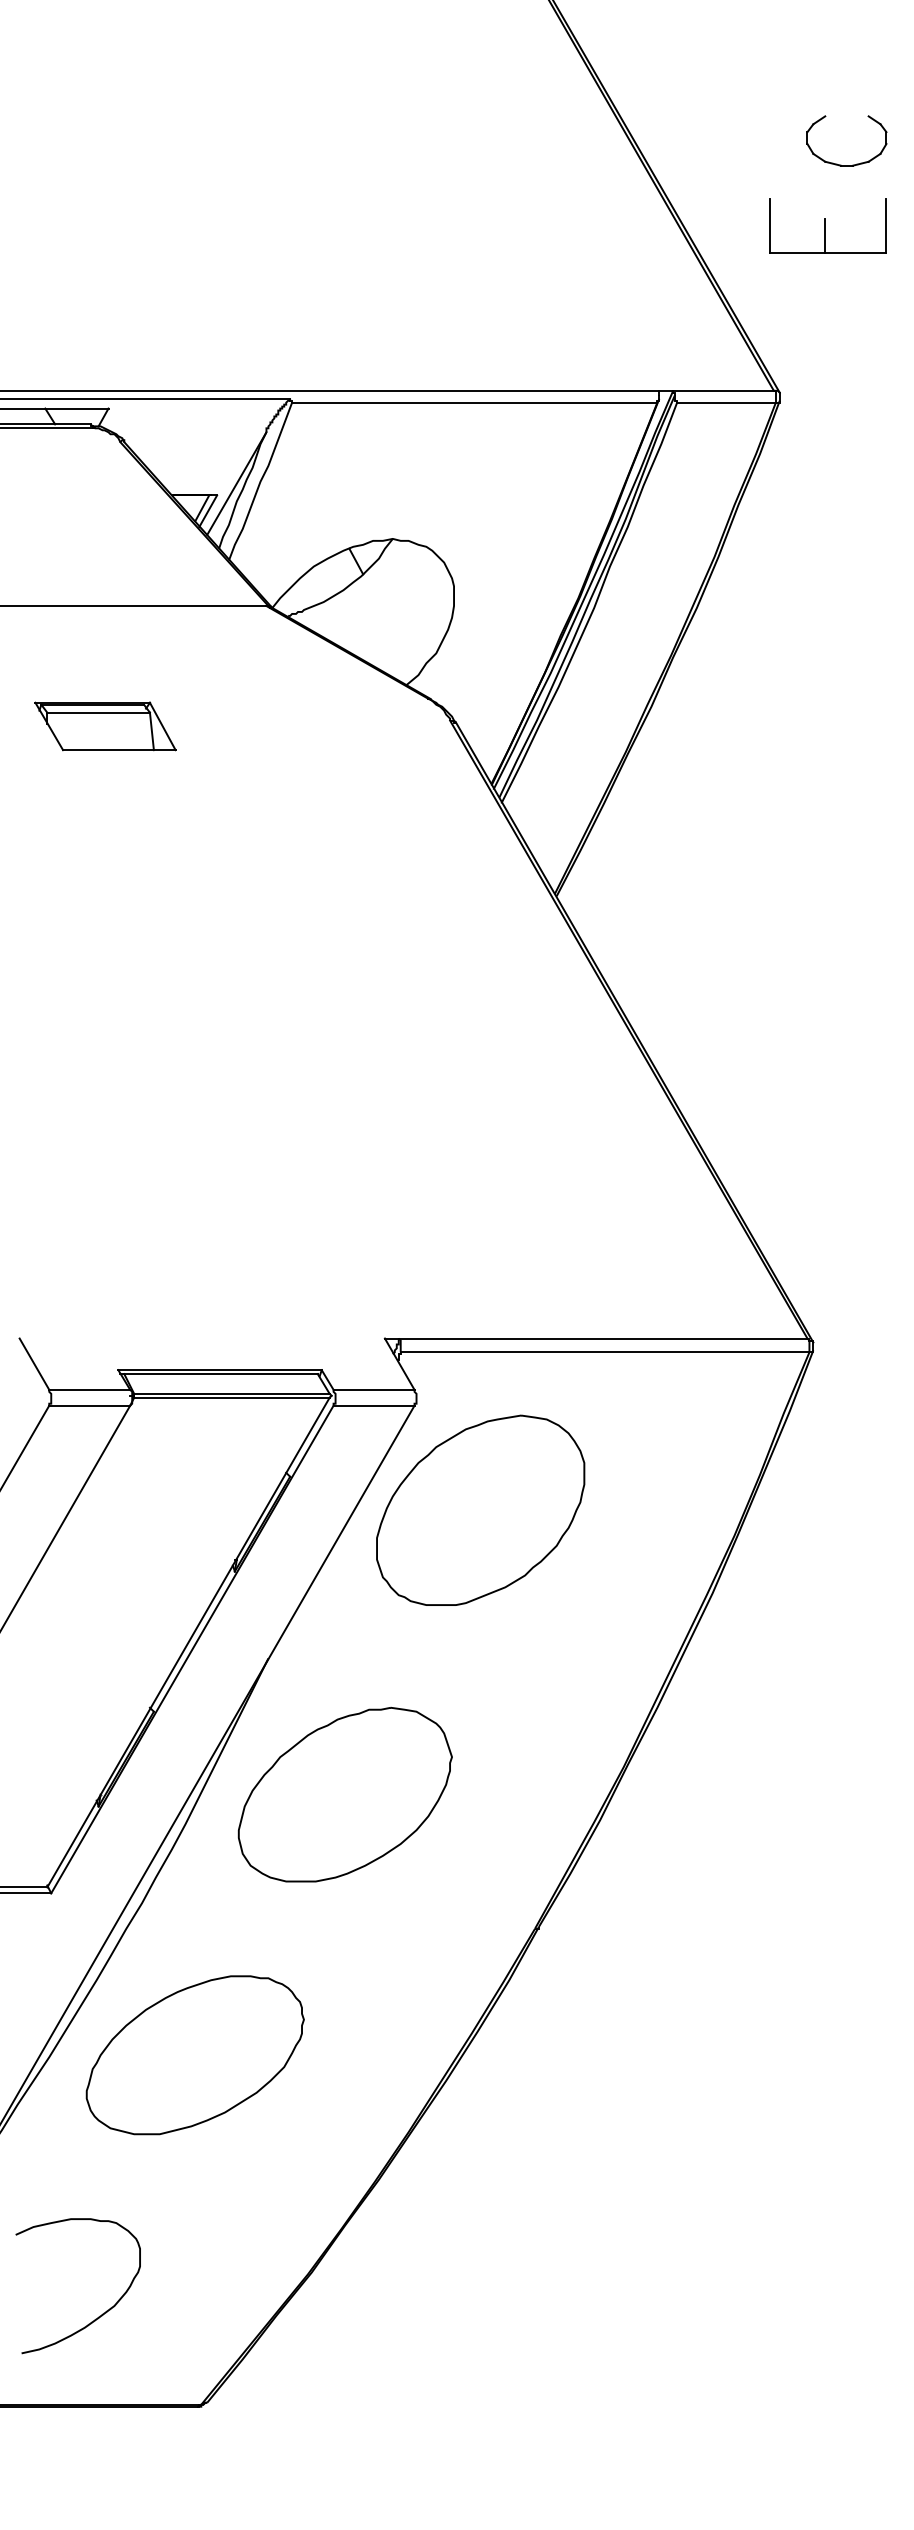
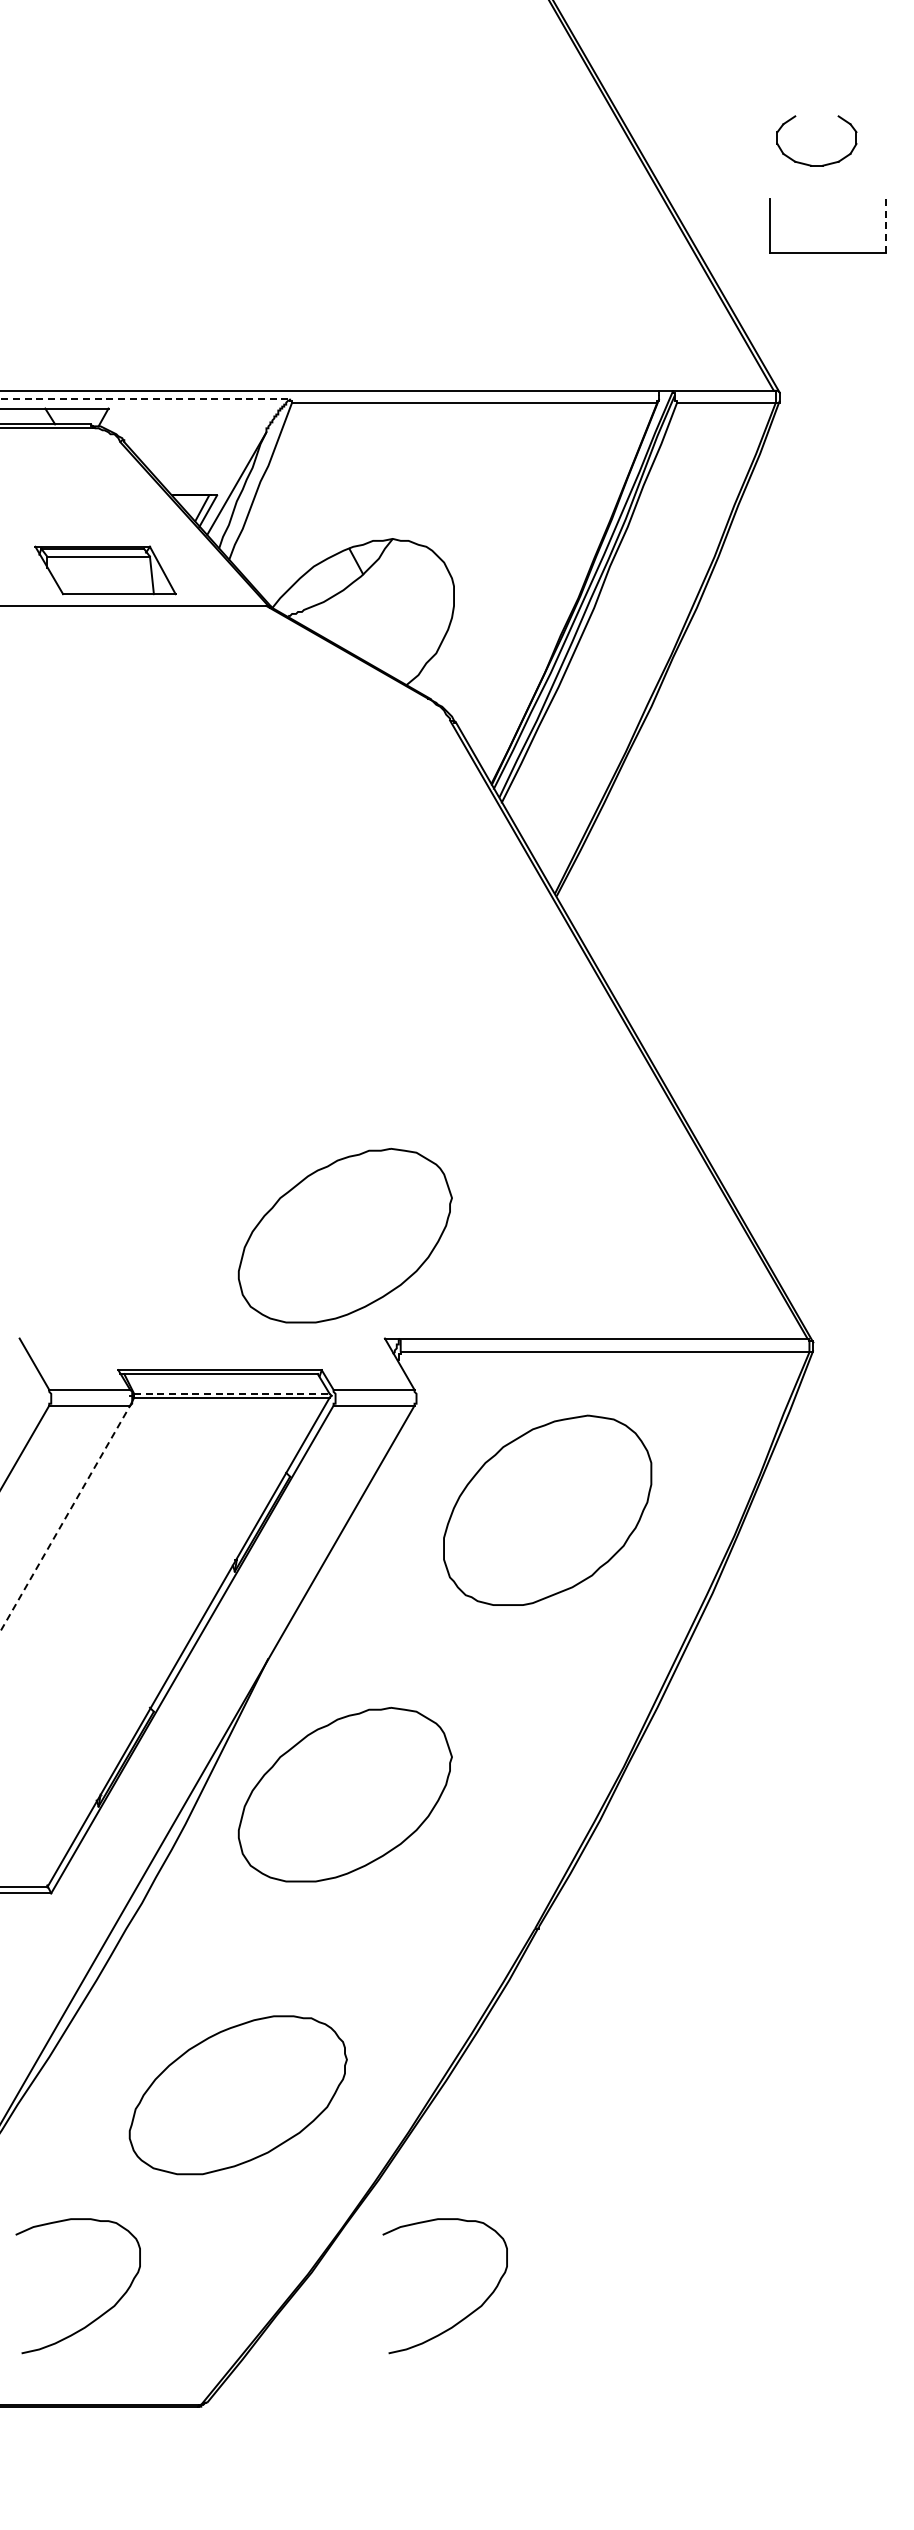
part at (841, 164) position: (841, 164) -> (811, 164)
line at (886, 225): solid -> dashed
line at (825, 235): present -> none
line at (145, 398): solid -> dashed
part at (105, 726) position: (105, 726) -> (105, 570)
part at (344, 1235): none -> present
line at (231, 1393): solid -> dashed
part at (480, 1509) position: (480, 1509) -> (547, 1509)
line at (65, 1518): solid -> dashed
part at (194, 2055) position: (194, 2055) -> (237, 2095)
curve at (465, 2316): none -> present
